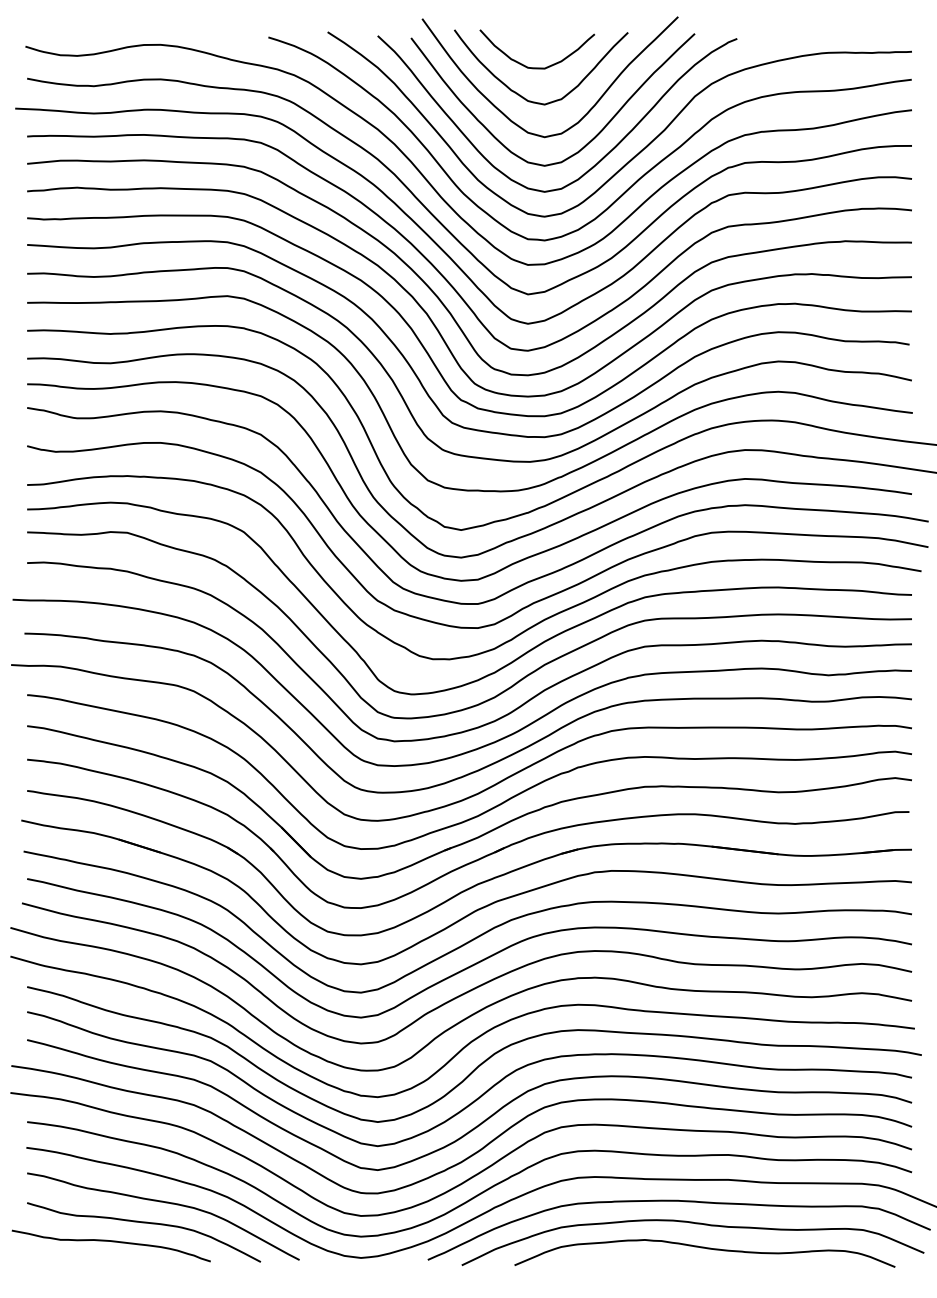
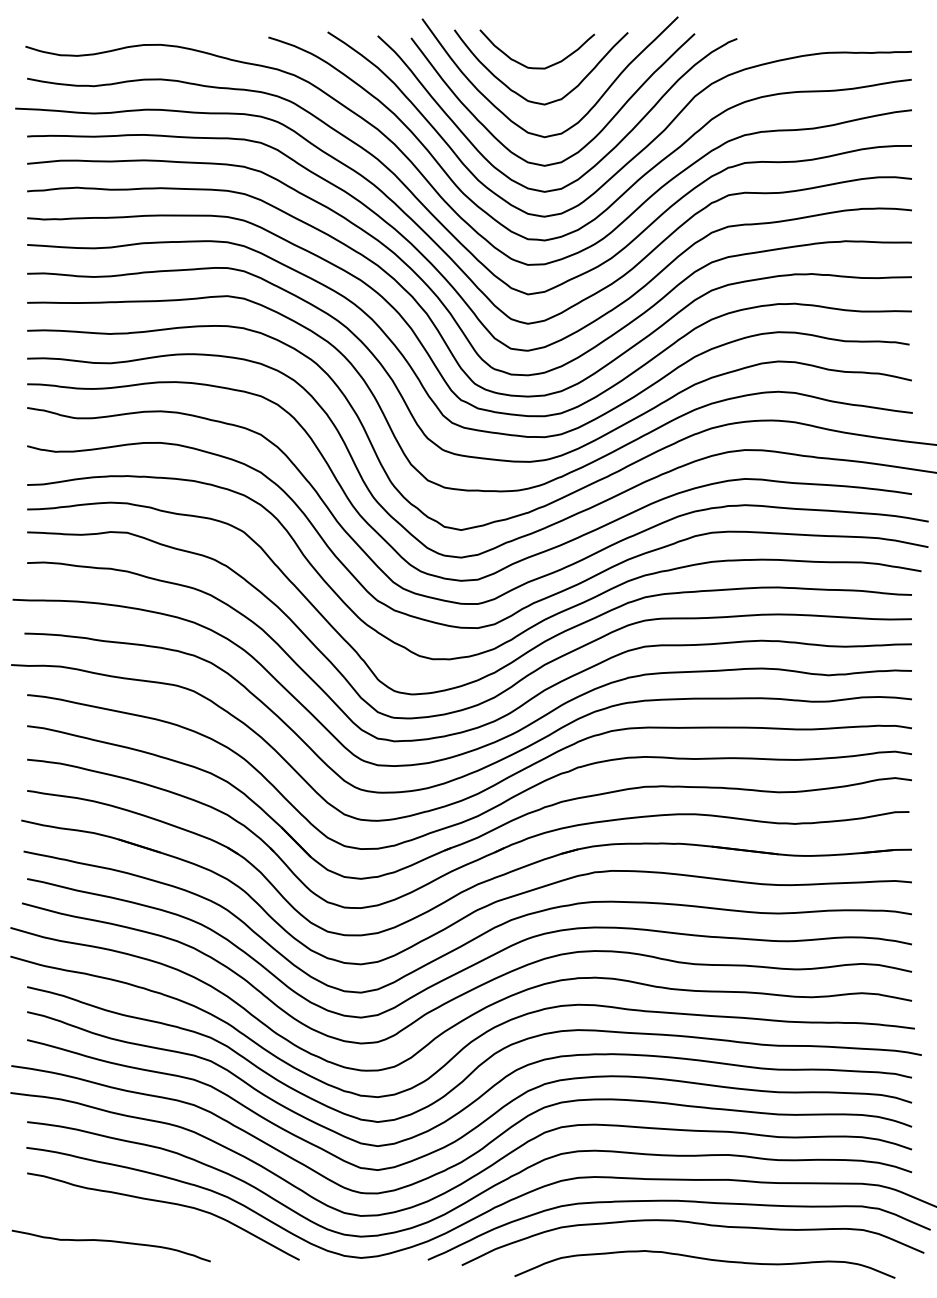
curve at (144, 1223): present -> none
curve at (704, 1248) position: (704, 1248) -> (704, 1259)
